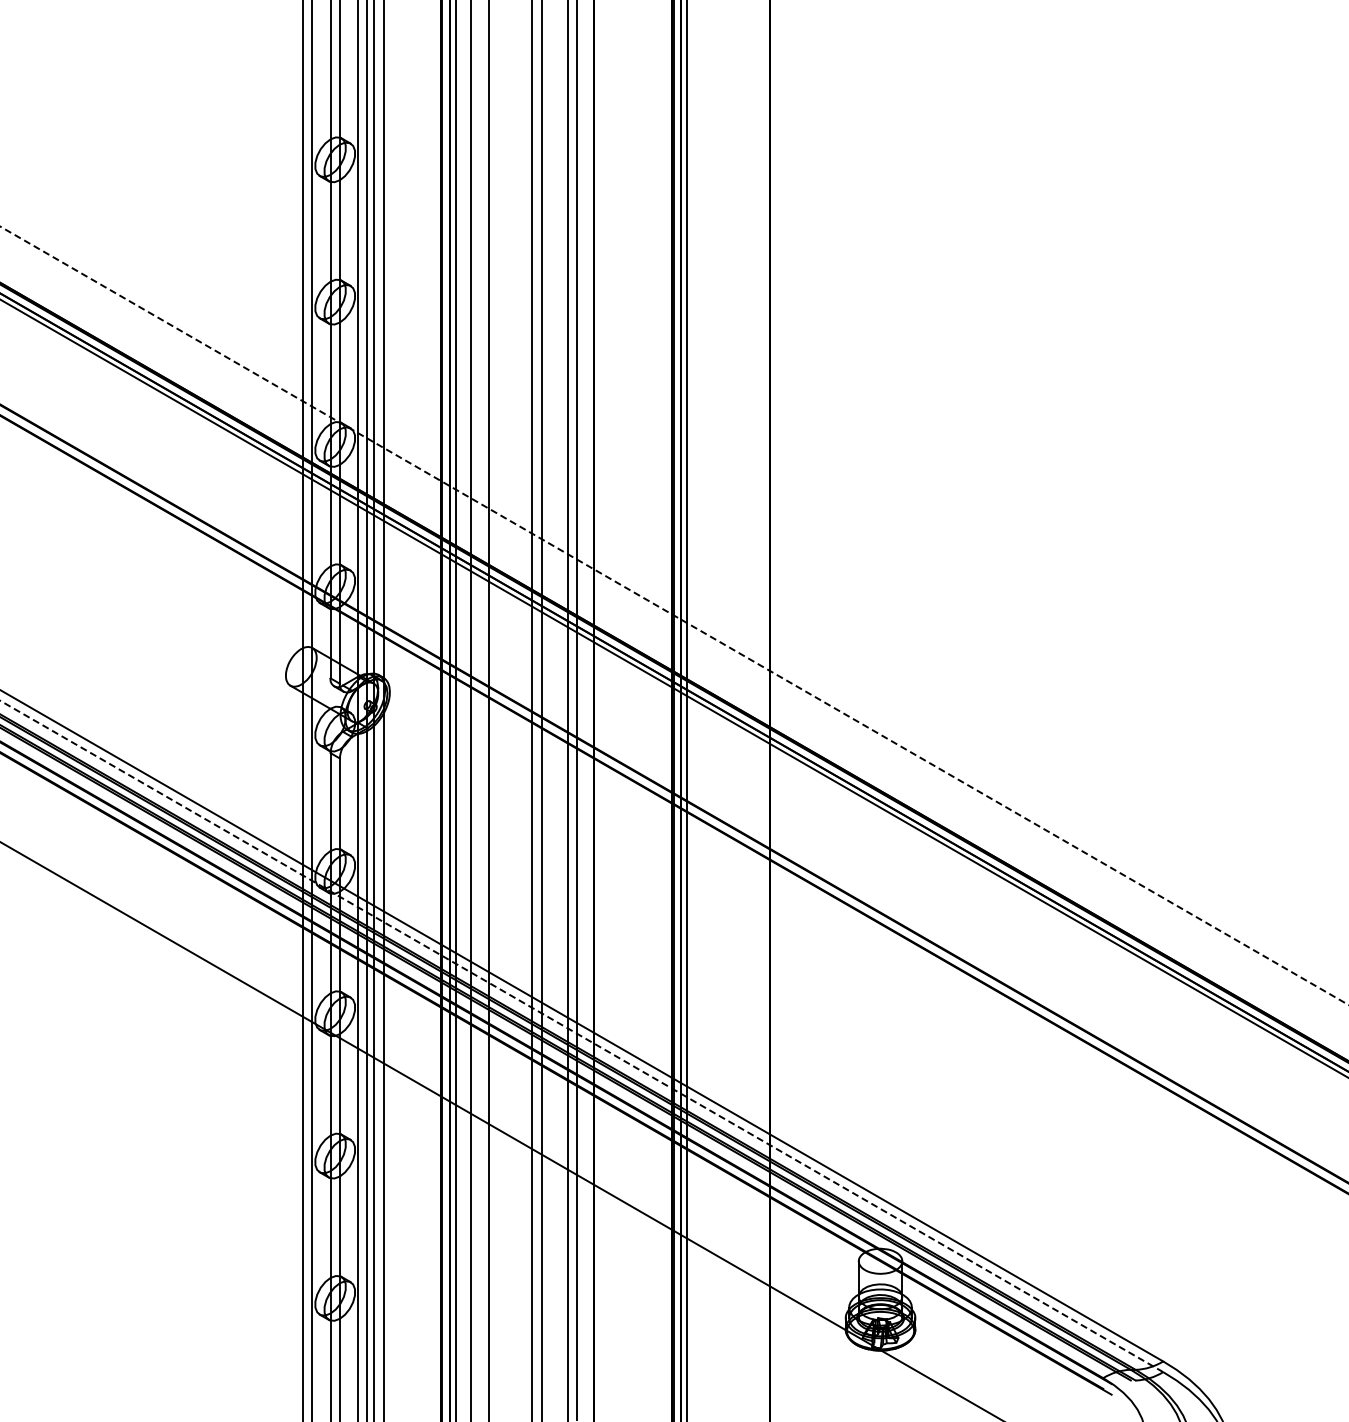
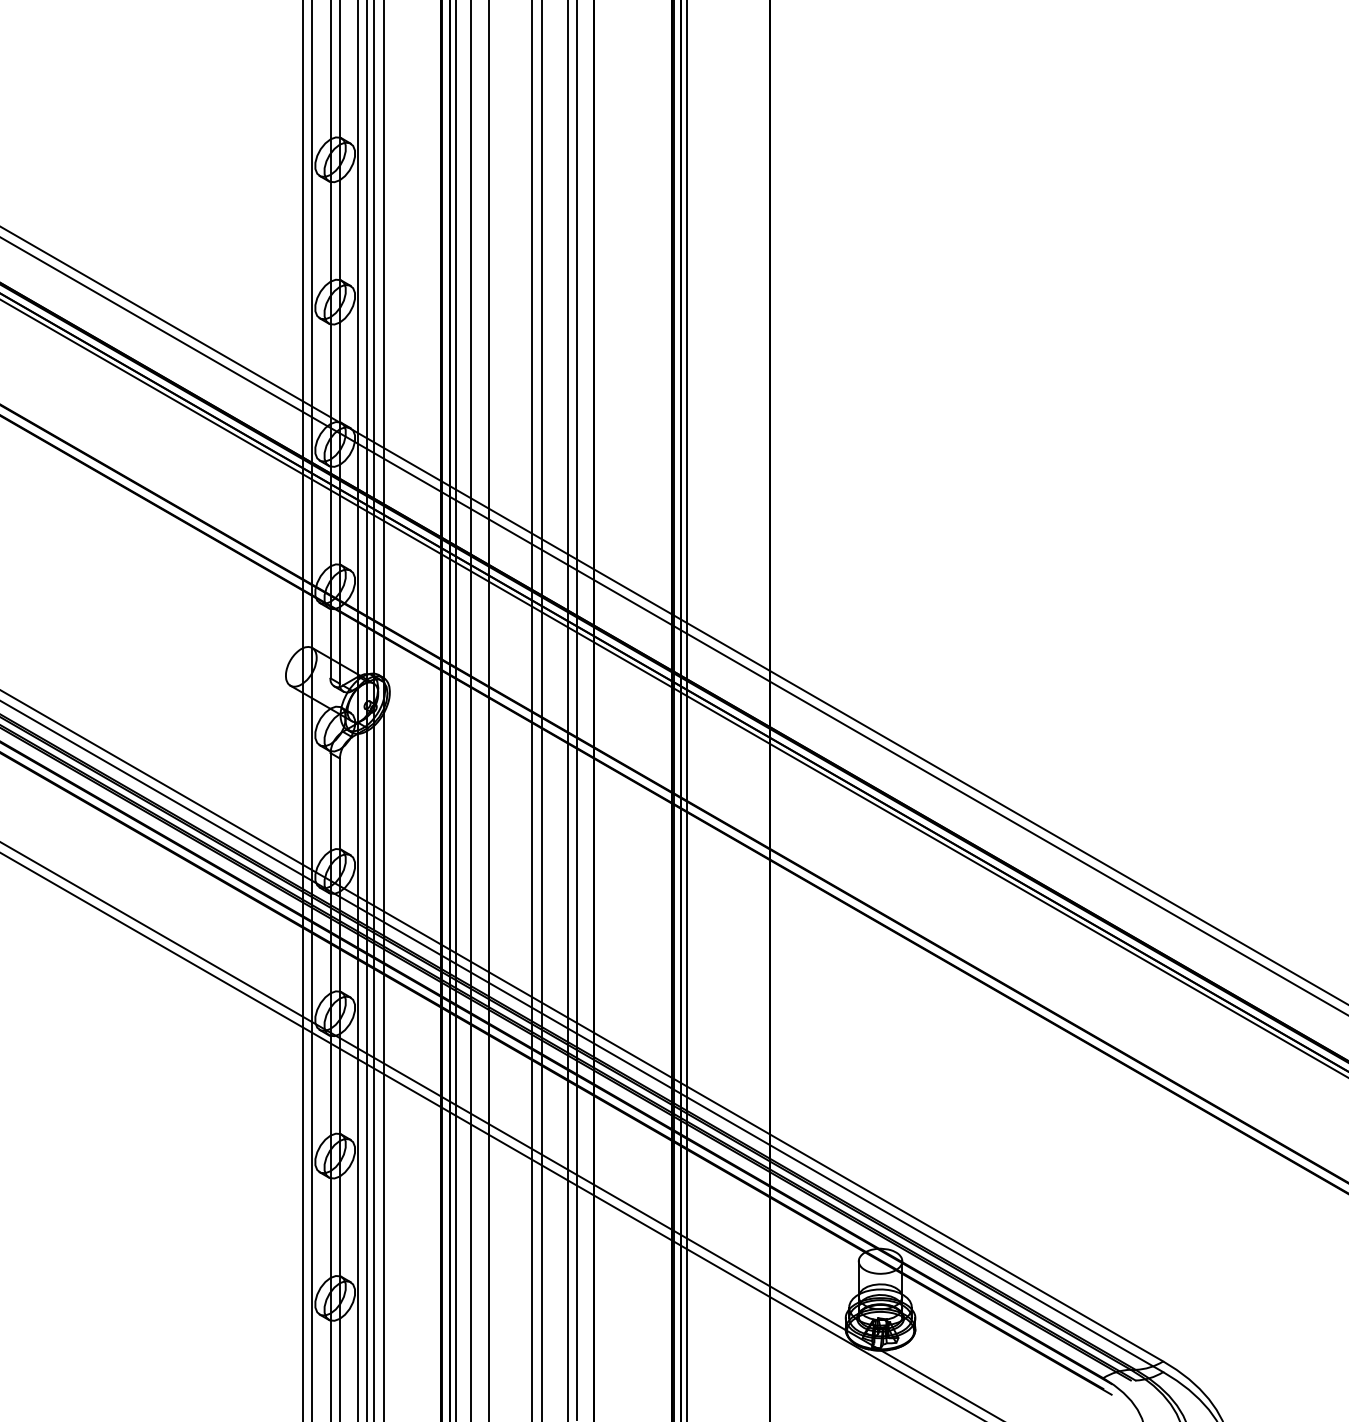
line at (674, 615): dashed -> solid
line at (673, 625): none -> present
line at (581, 1036): dashed -> solid
line at (491, 1136): none -> present
